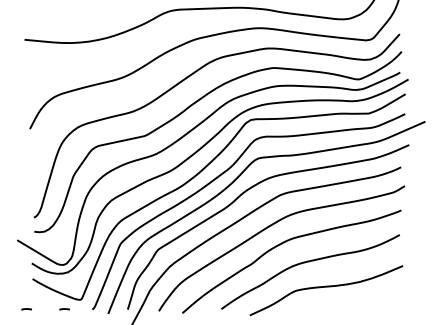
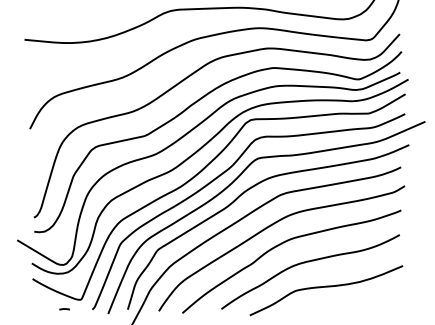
line at (26, 309): present -> none
